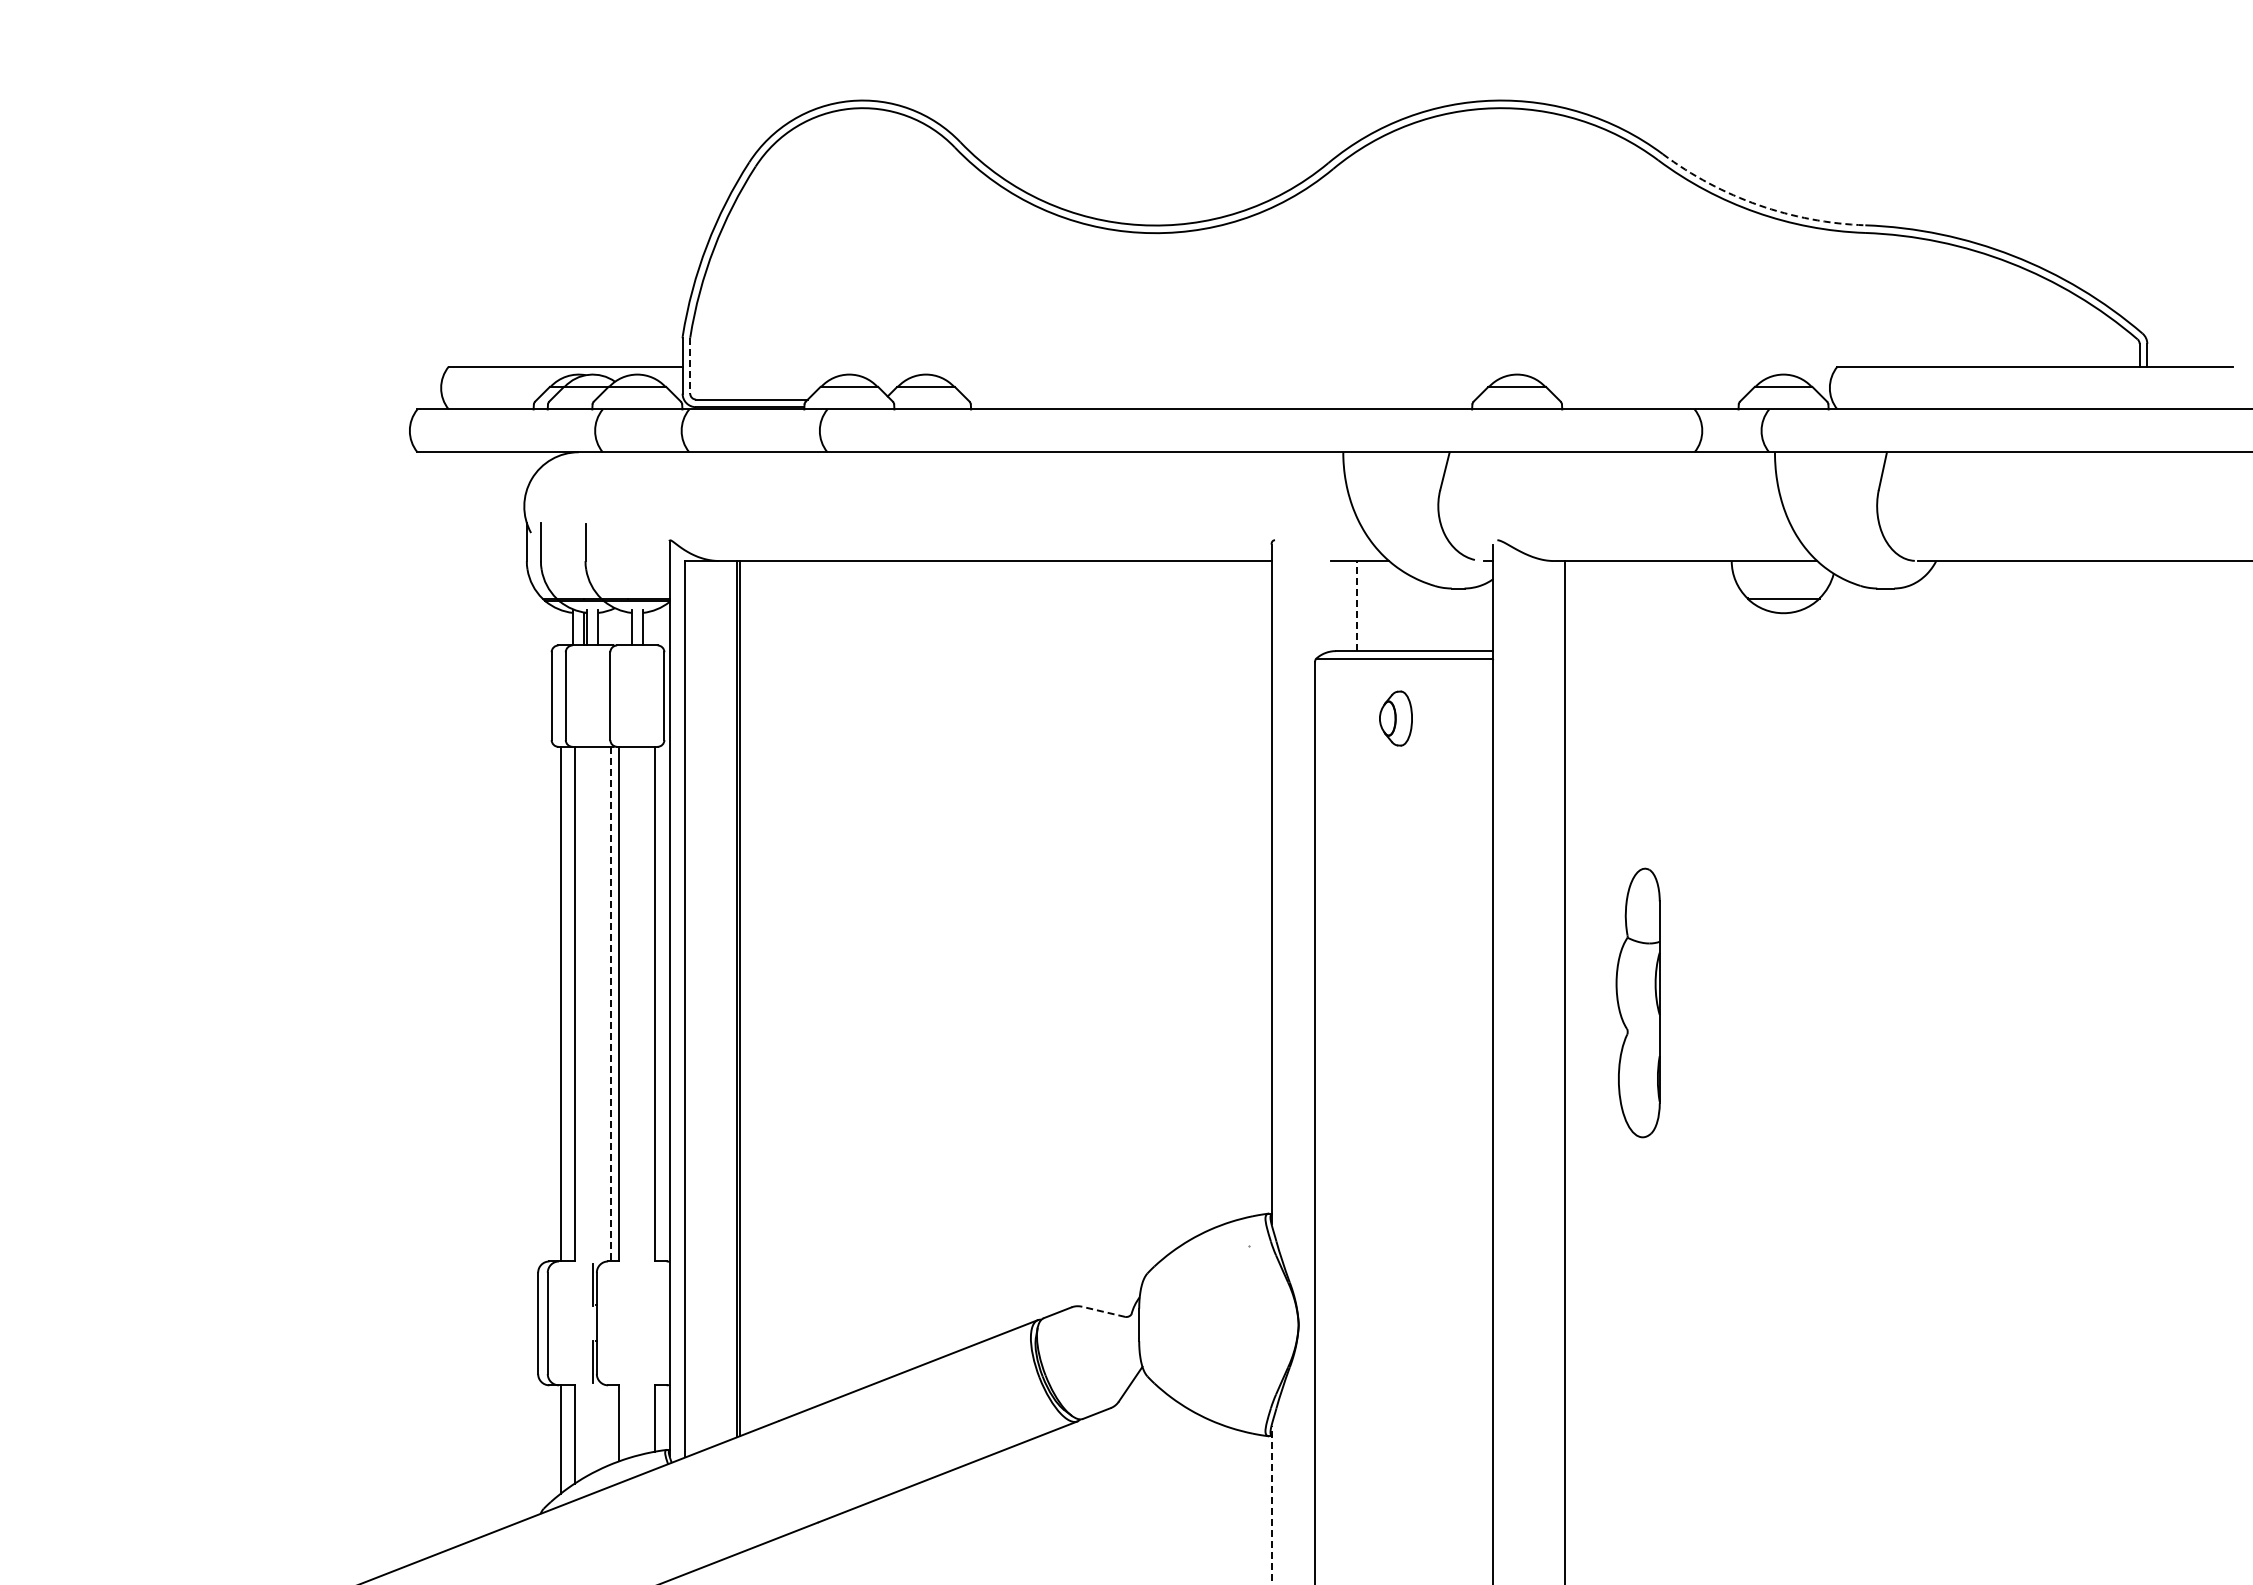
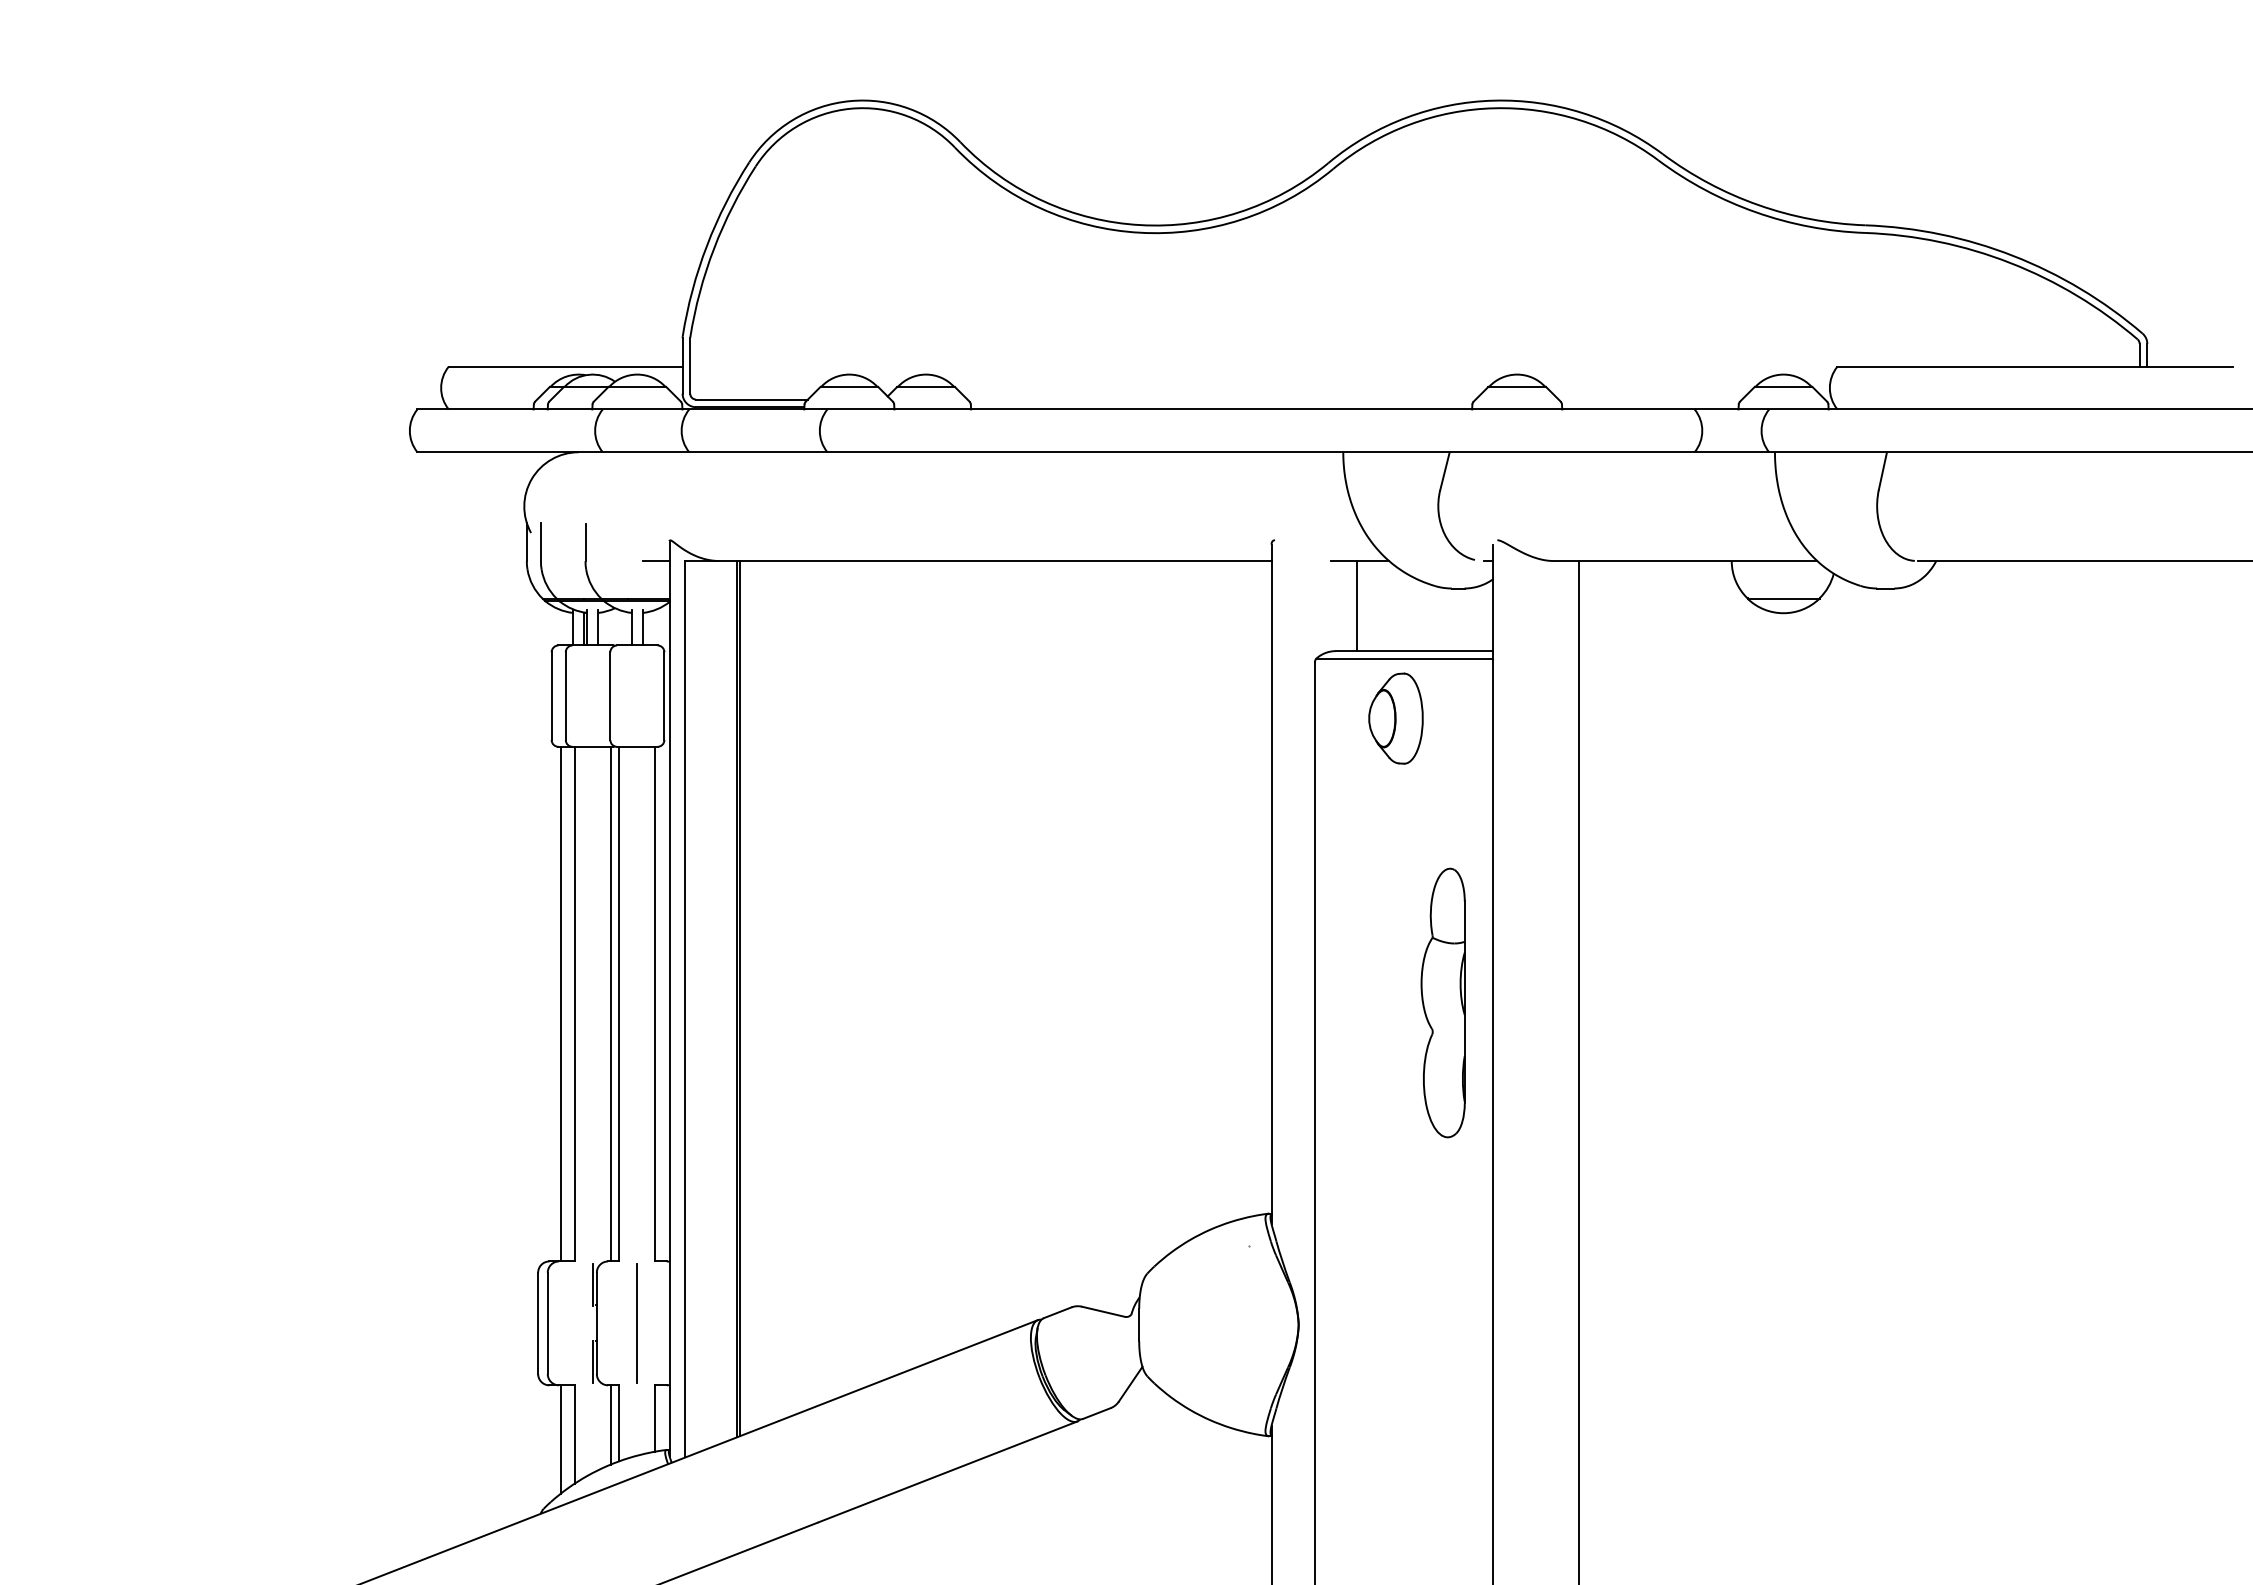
arc at (1758, 205): dashed -> solid
line at (690, 365): dashed -> solid
line at (656, 561): none -> present
line at (1357, 605): dashed -> solid
part at (1395, 718) size: 34x57 px -> 56x93 px
part at (1637, 1002) position: (1637, 1002) -> (1442, 1002)
line at (610, 1004): dashed -> solid
line at (1564, 1071) position: (1564, 1071) -> (1578, 1071)
line at (1103, 1311): dashed -> solid
line at (636, 1323): none -> present
line at (610, 1424): none -> present
line at (1271, 1504): dashed -> solid
